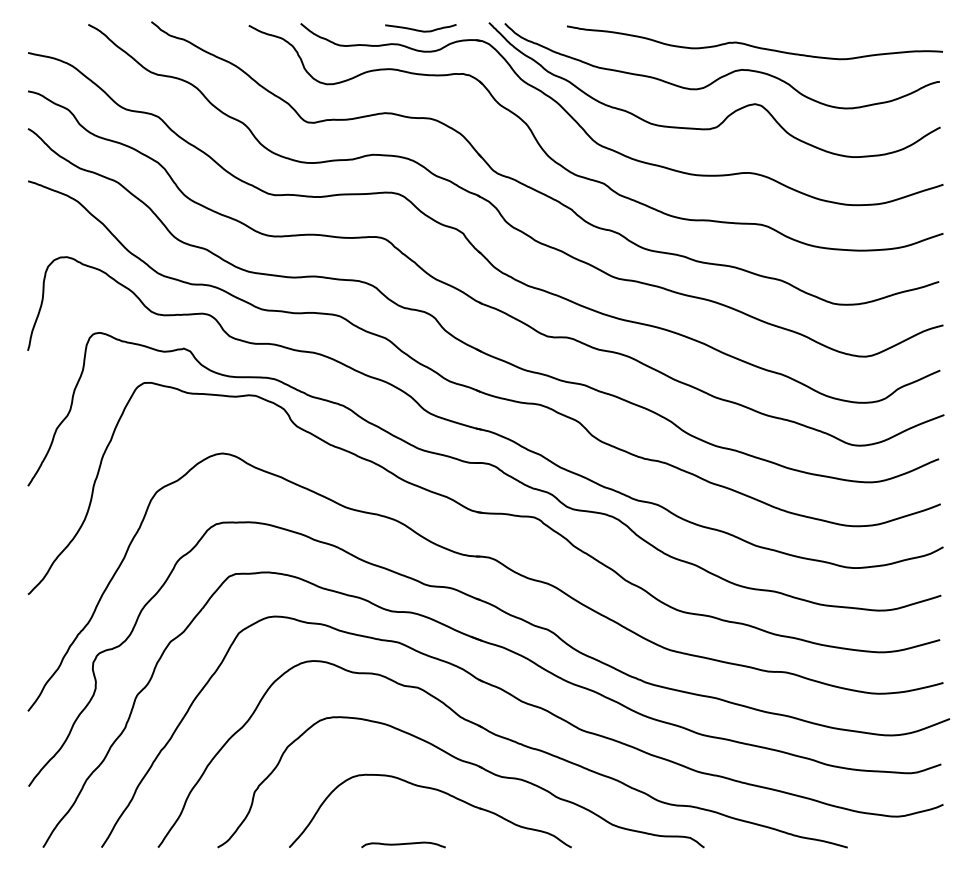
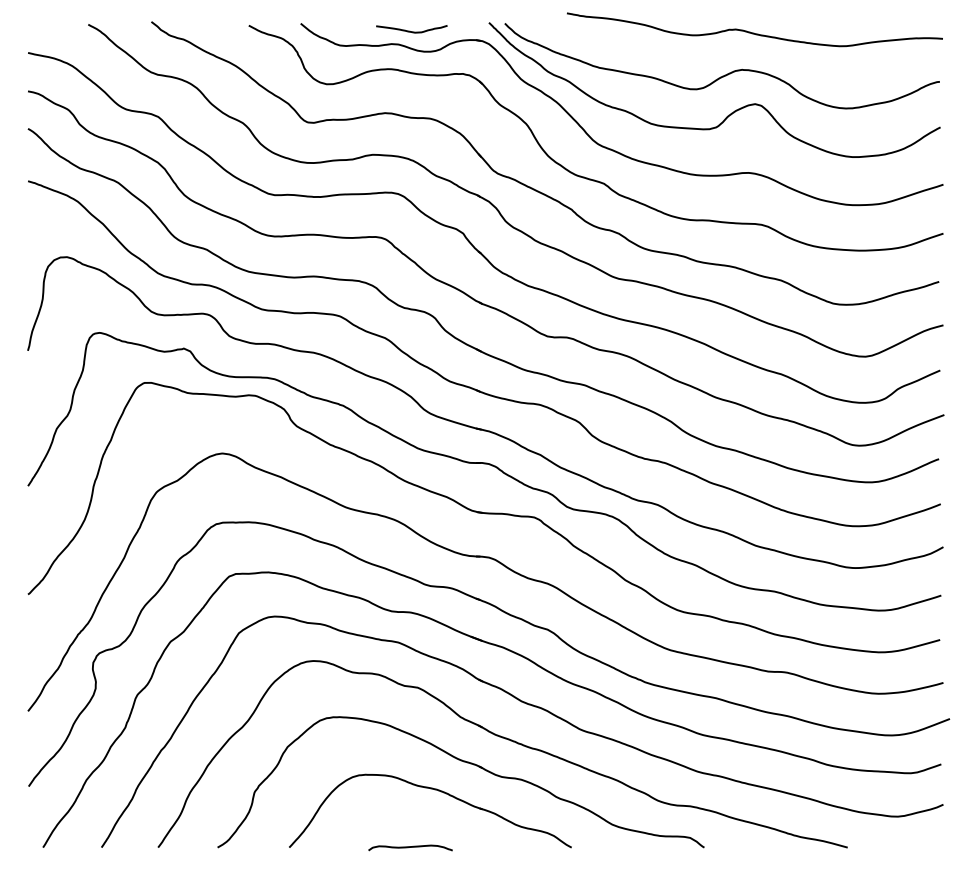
curve at (420, 30) position: (420, 30) -> (411, 31)
curve at (754, 45) position: (754, 45) -> (754, 32)
curve at (403, 844) position: (403, 844) -> (410, 847)
